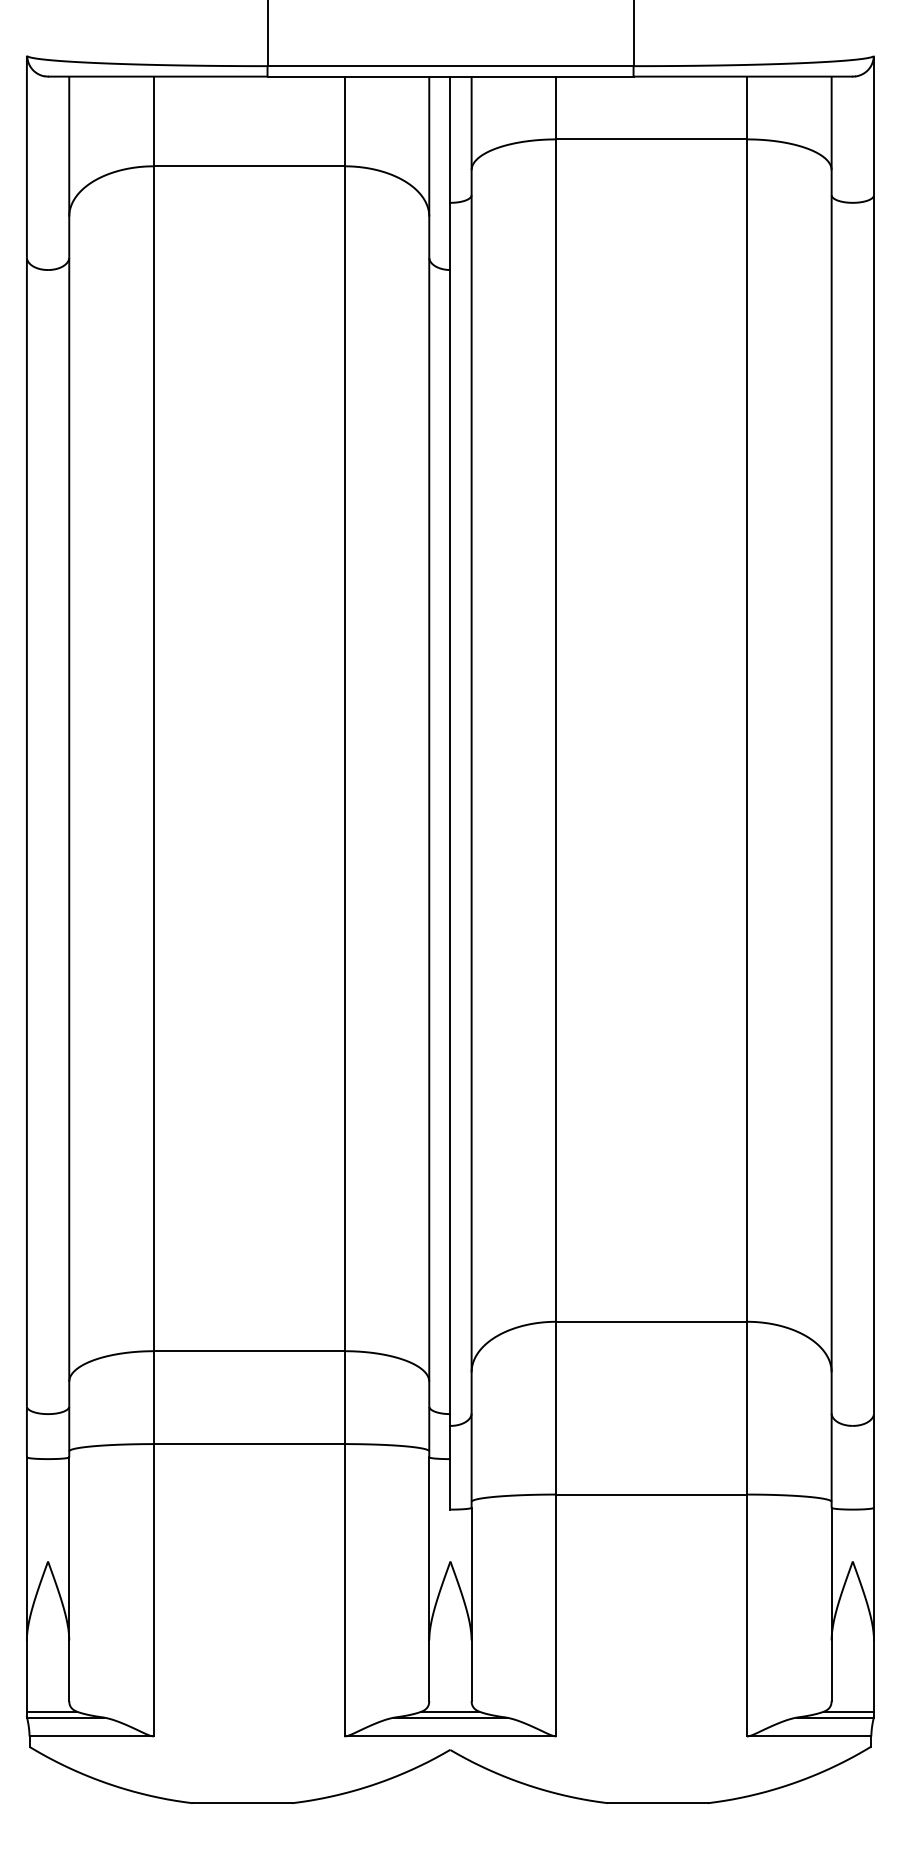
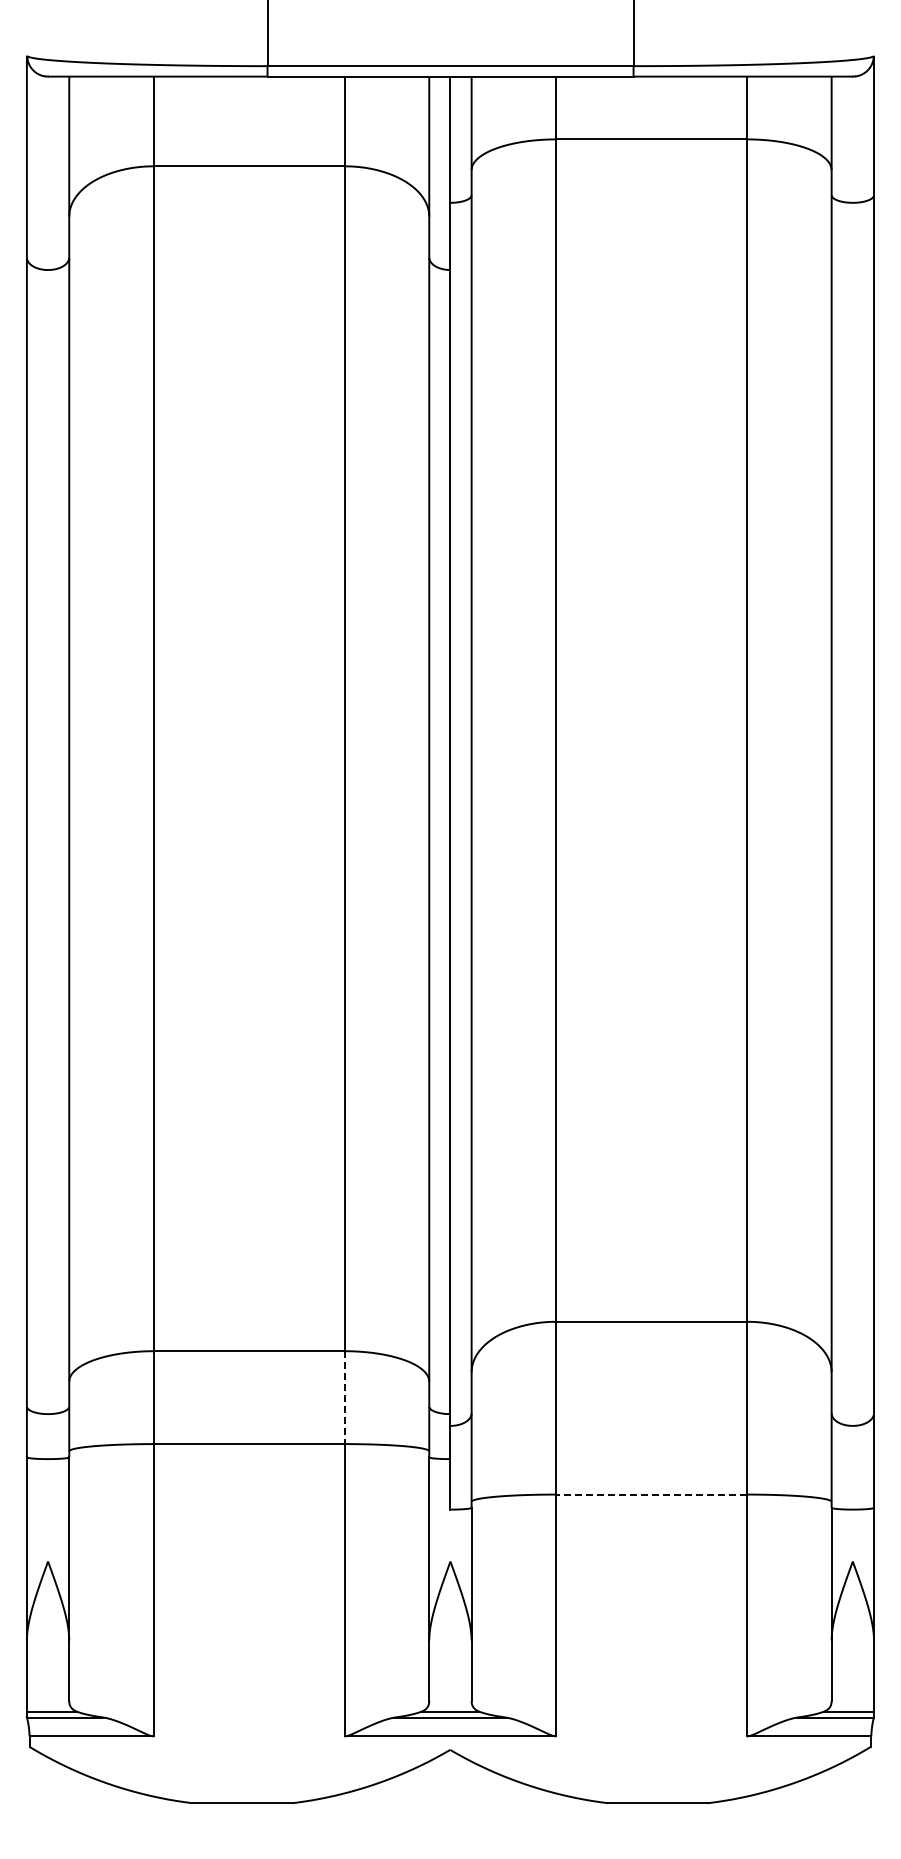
line at (344, 1398): solid -> dashed
line at (651, 1494): solid -> dashed
